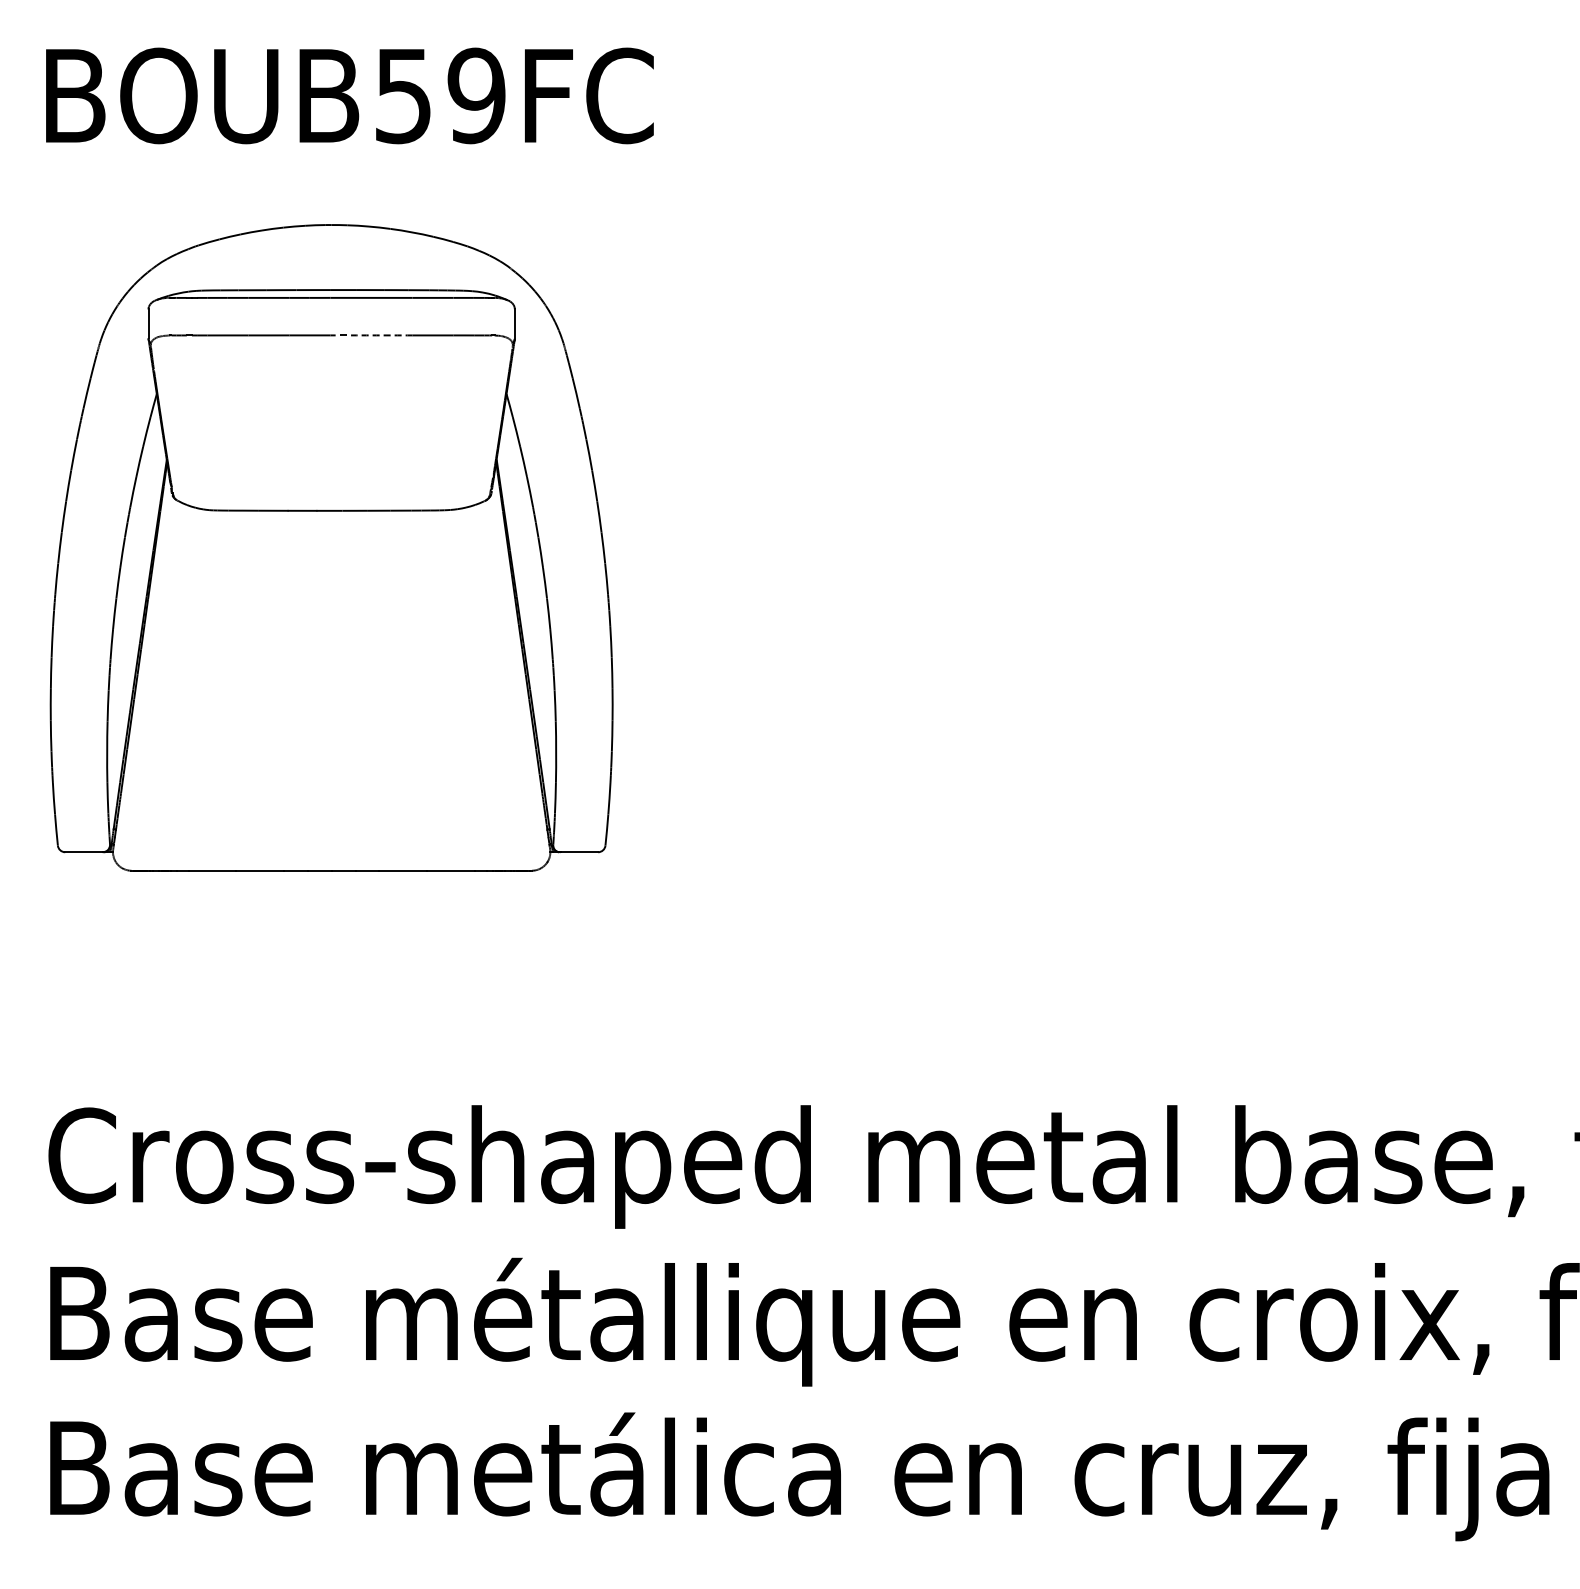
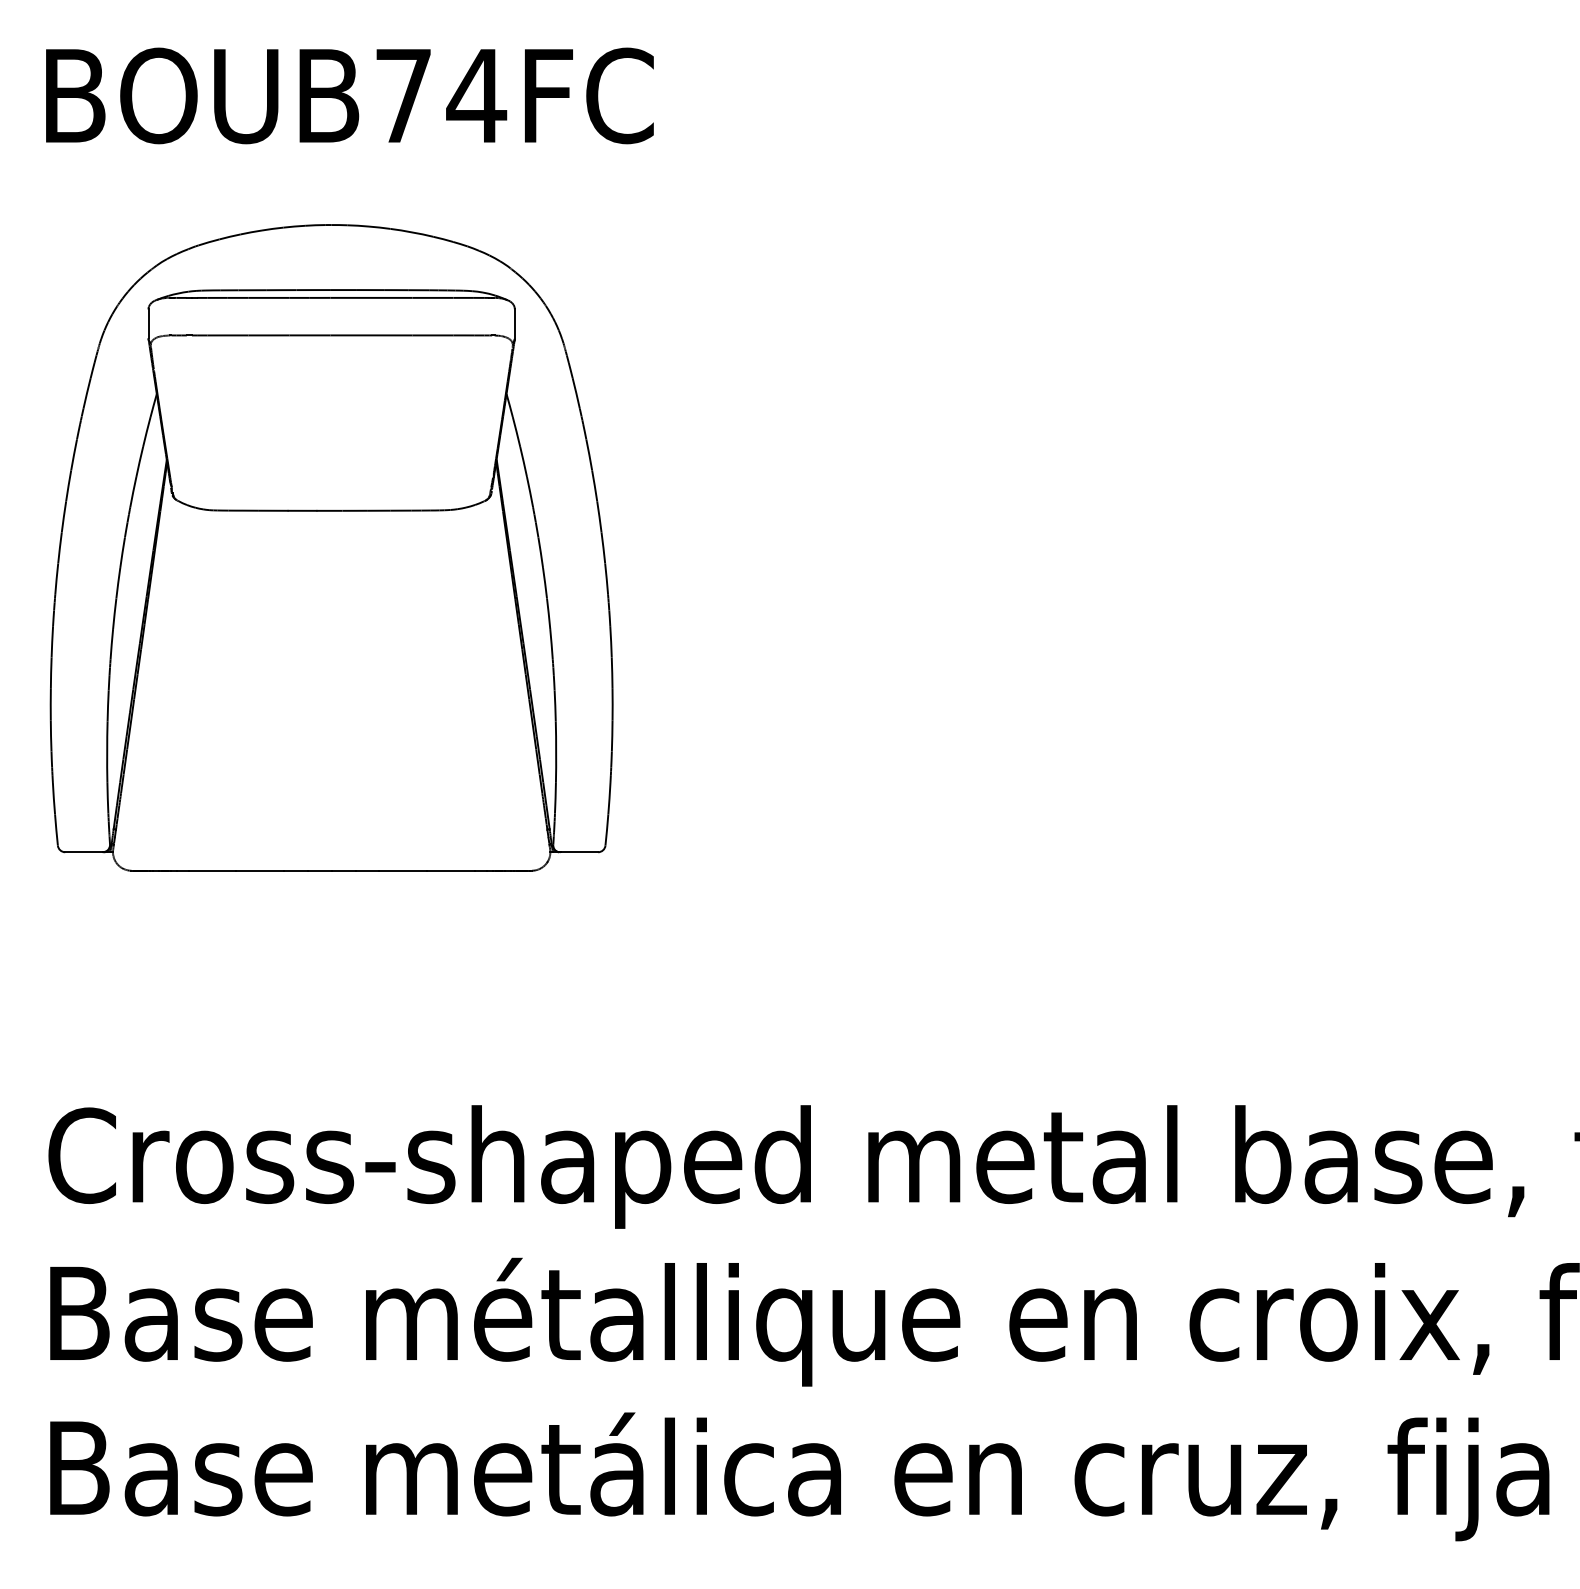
text at (441, 95): BOUB59FC -> BOUB74FC
arc at (371, 335): dashed -> solid
